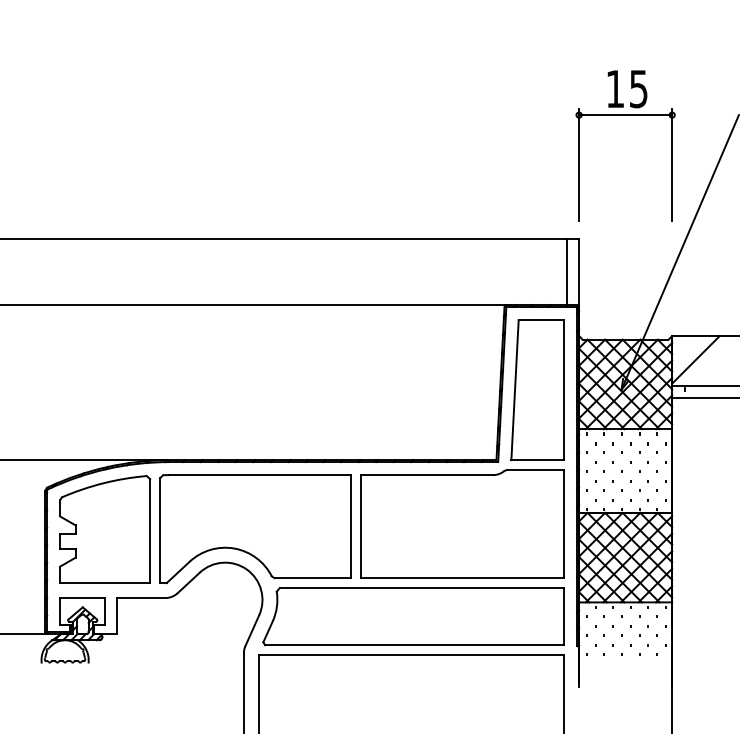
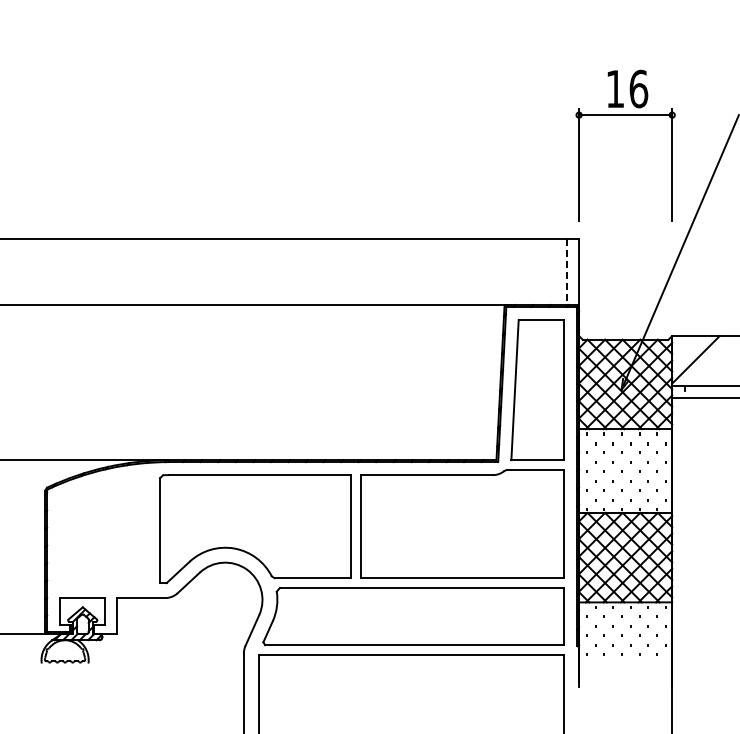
text at (638, 88): 15 -> 16
line at (566, 272): solid -> dashed
part at (105, 529): present -> none
